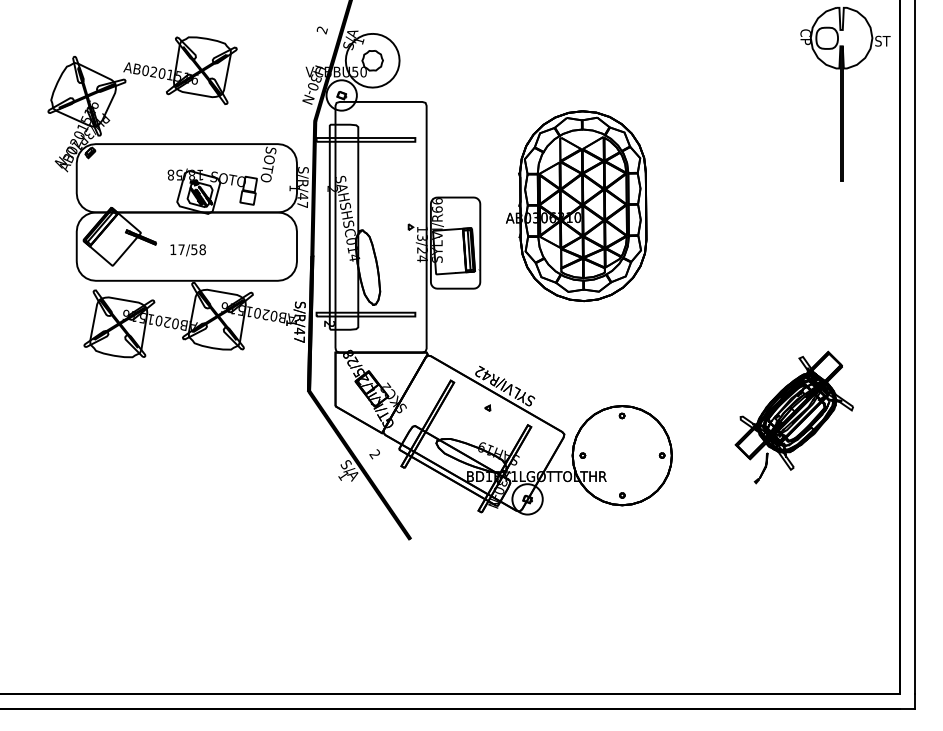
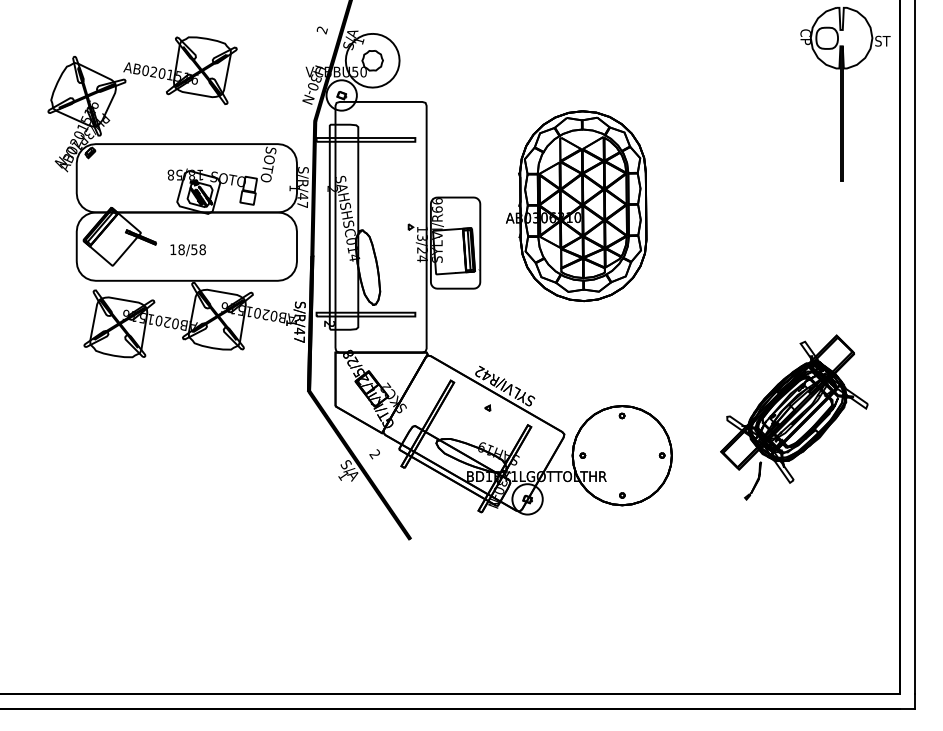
text at (181, 249): 17/58 -> 18/58
part at (793, 417) size: 120x135 px -> 149x167 px
